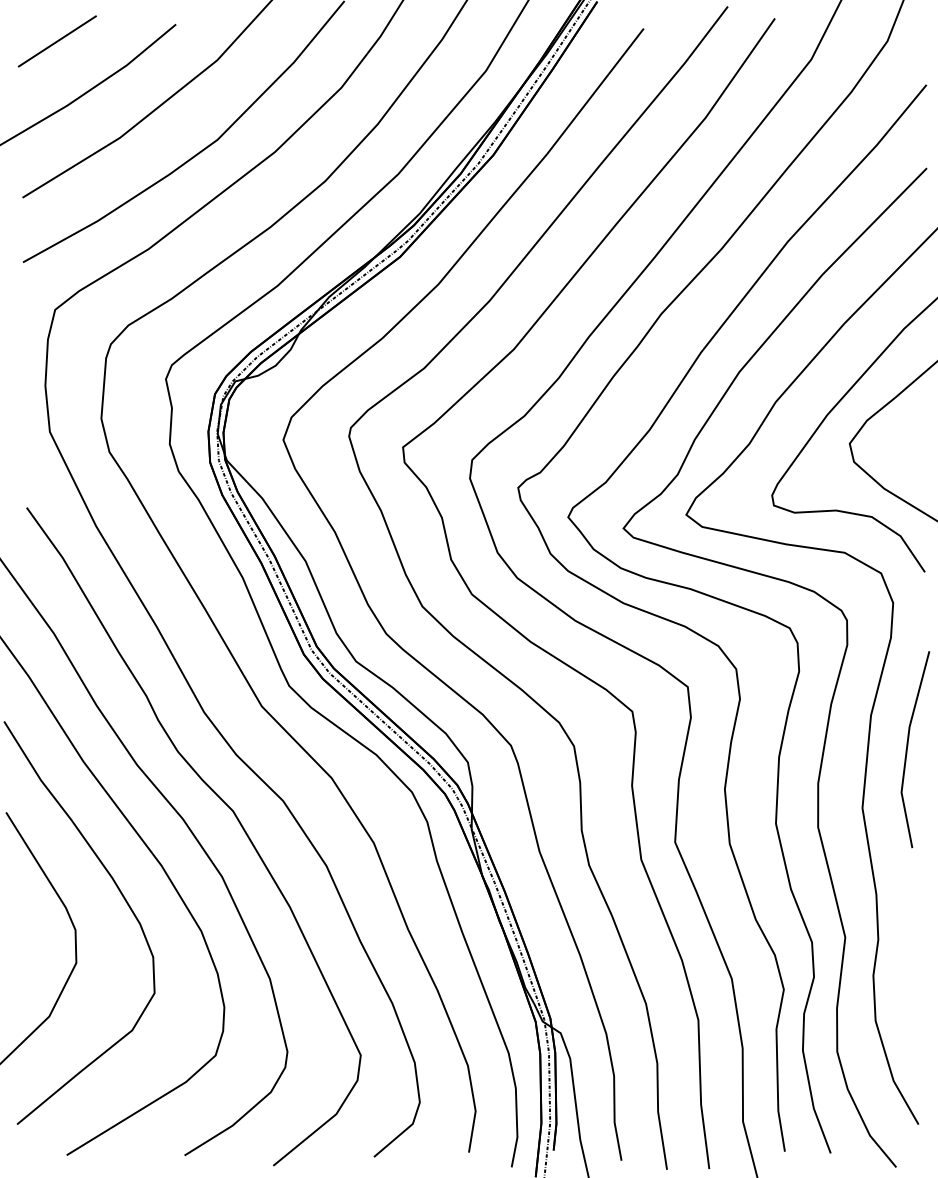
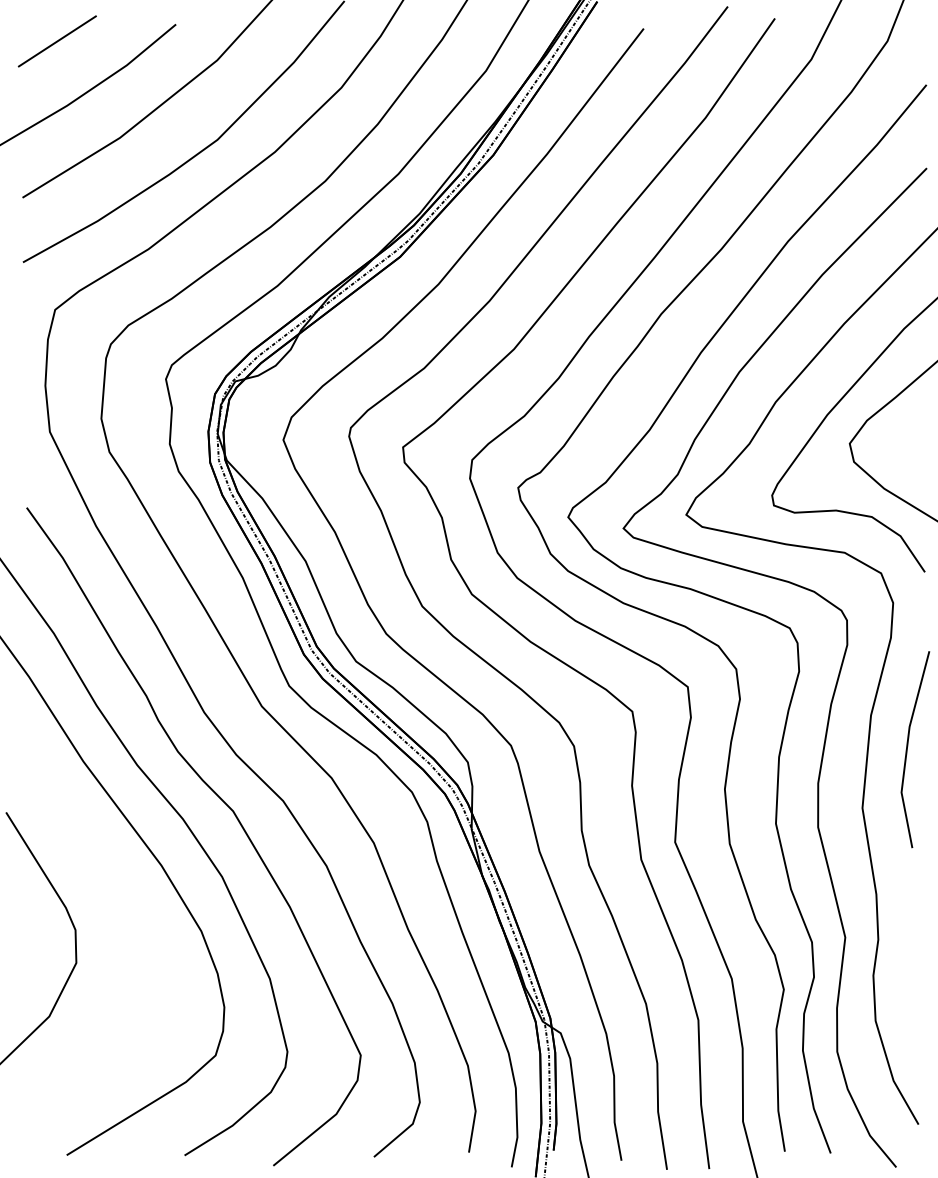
curve at (121, 895): present -> none
